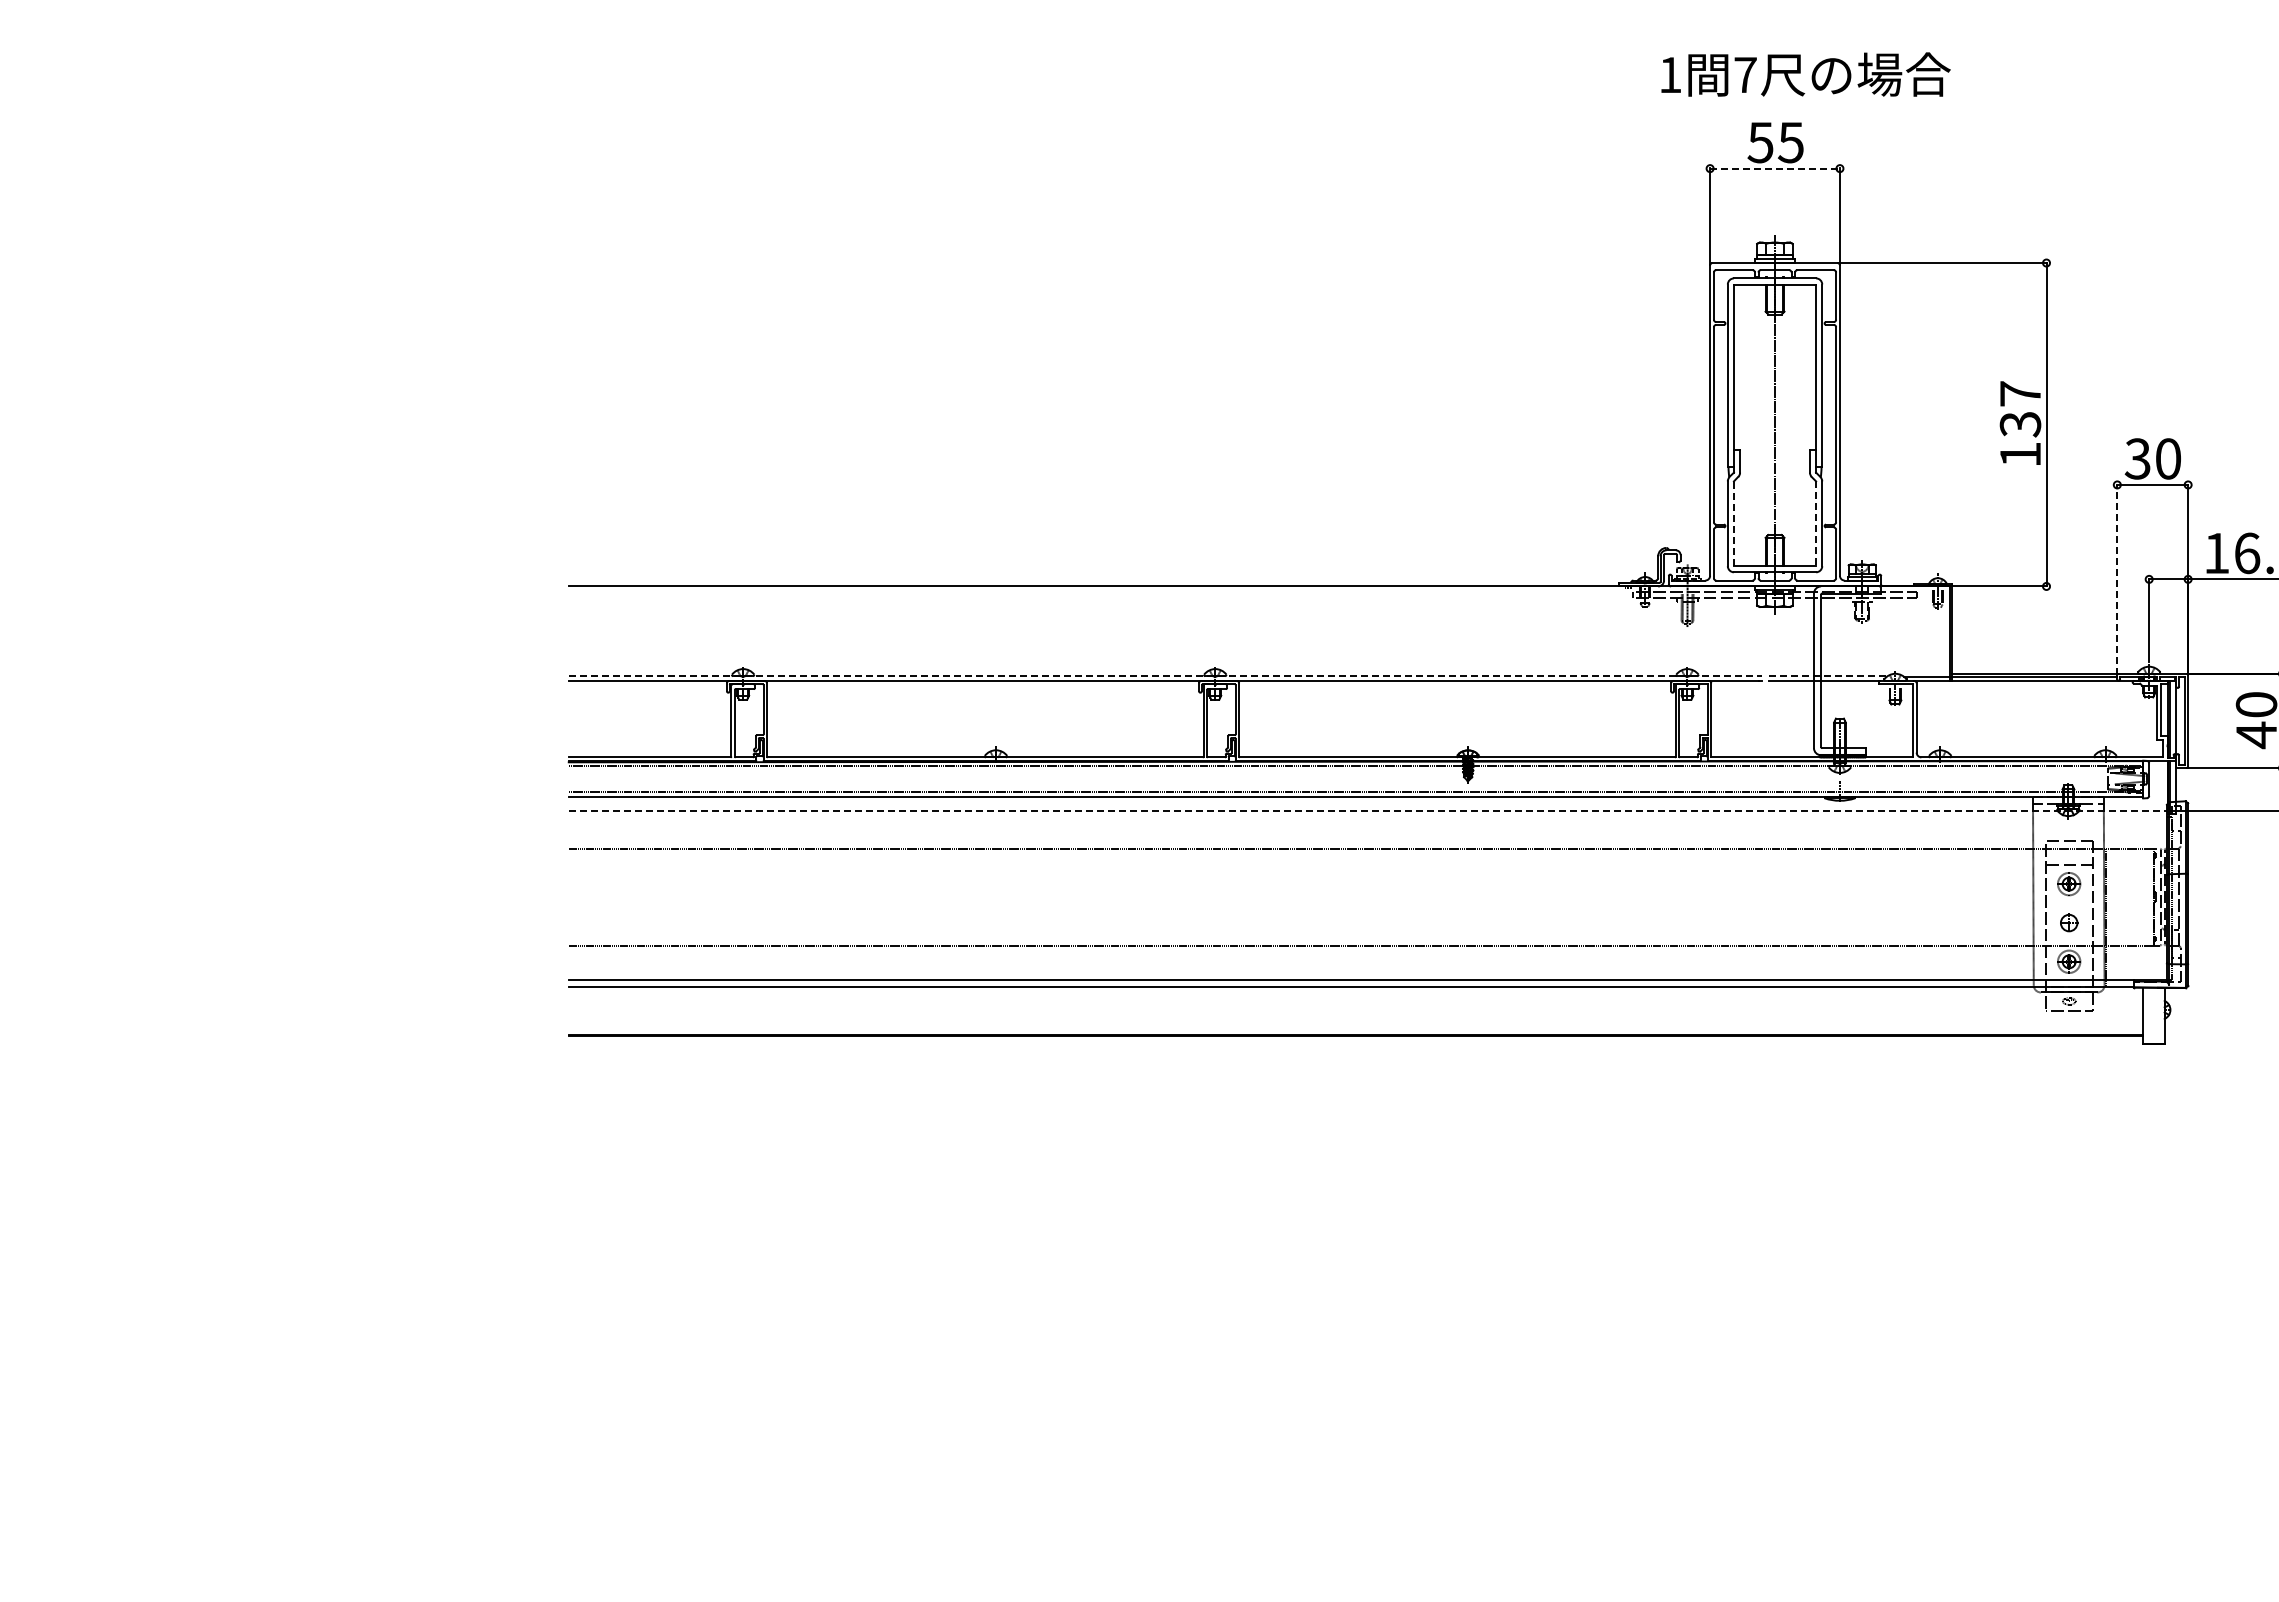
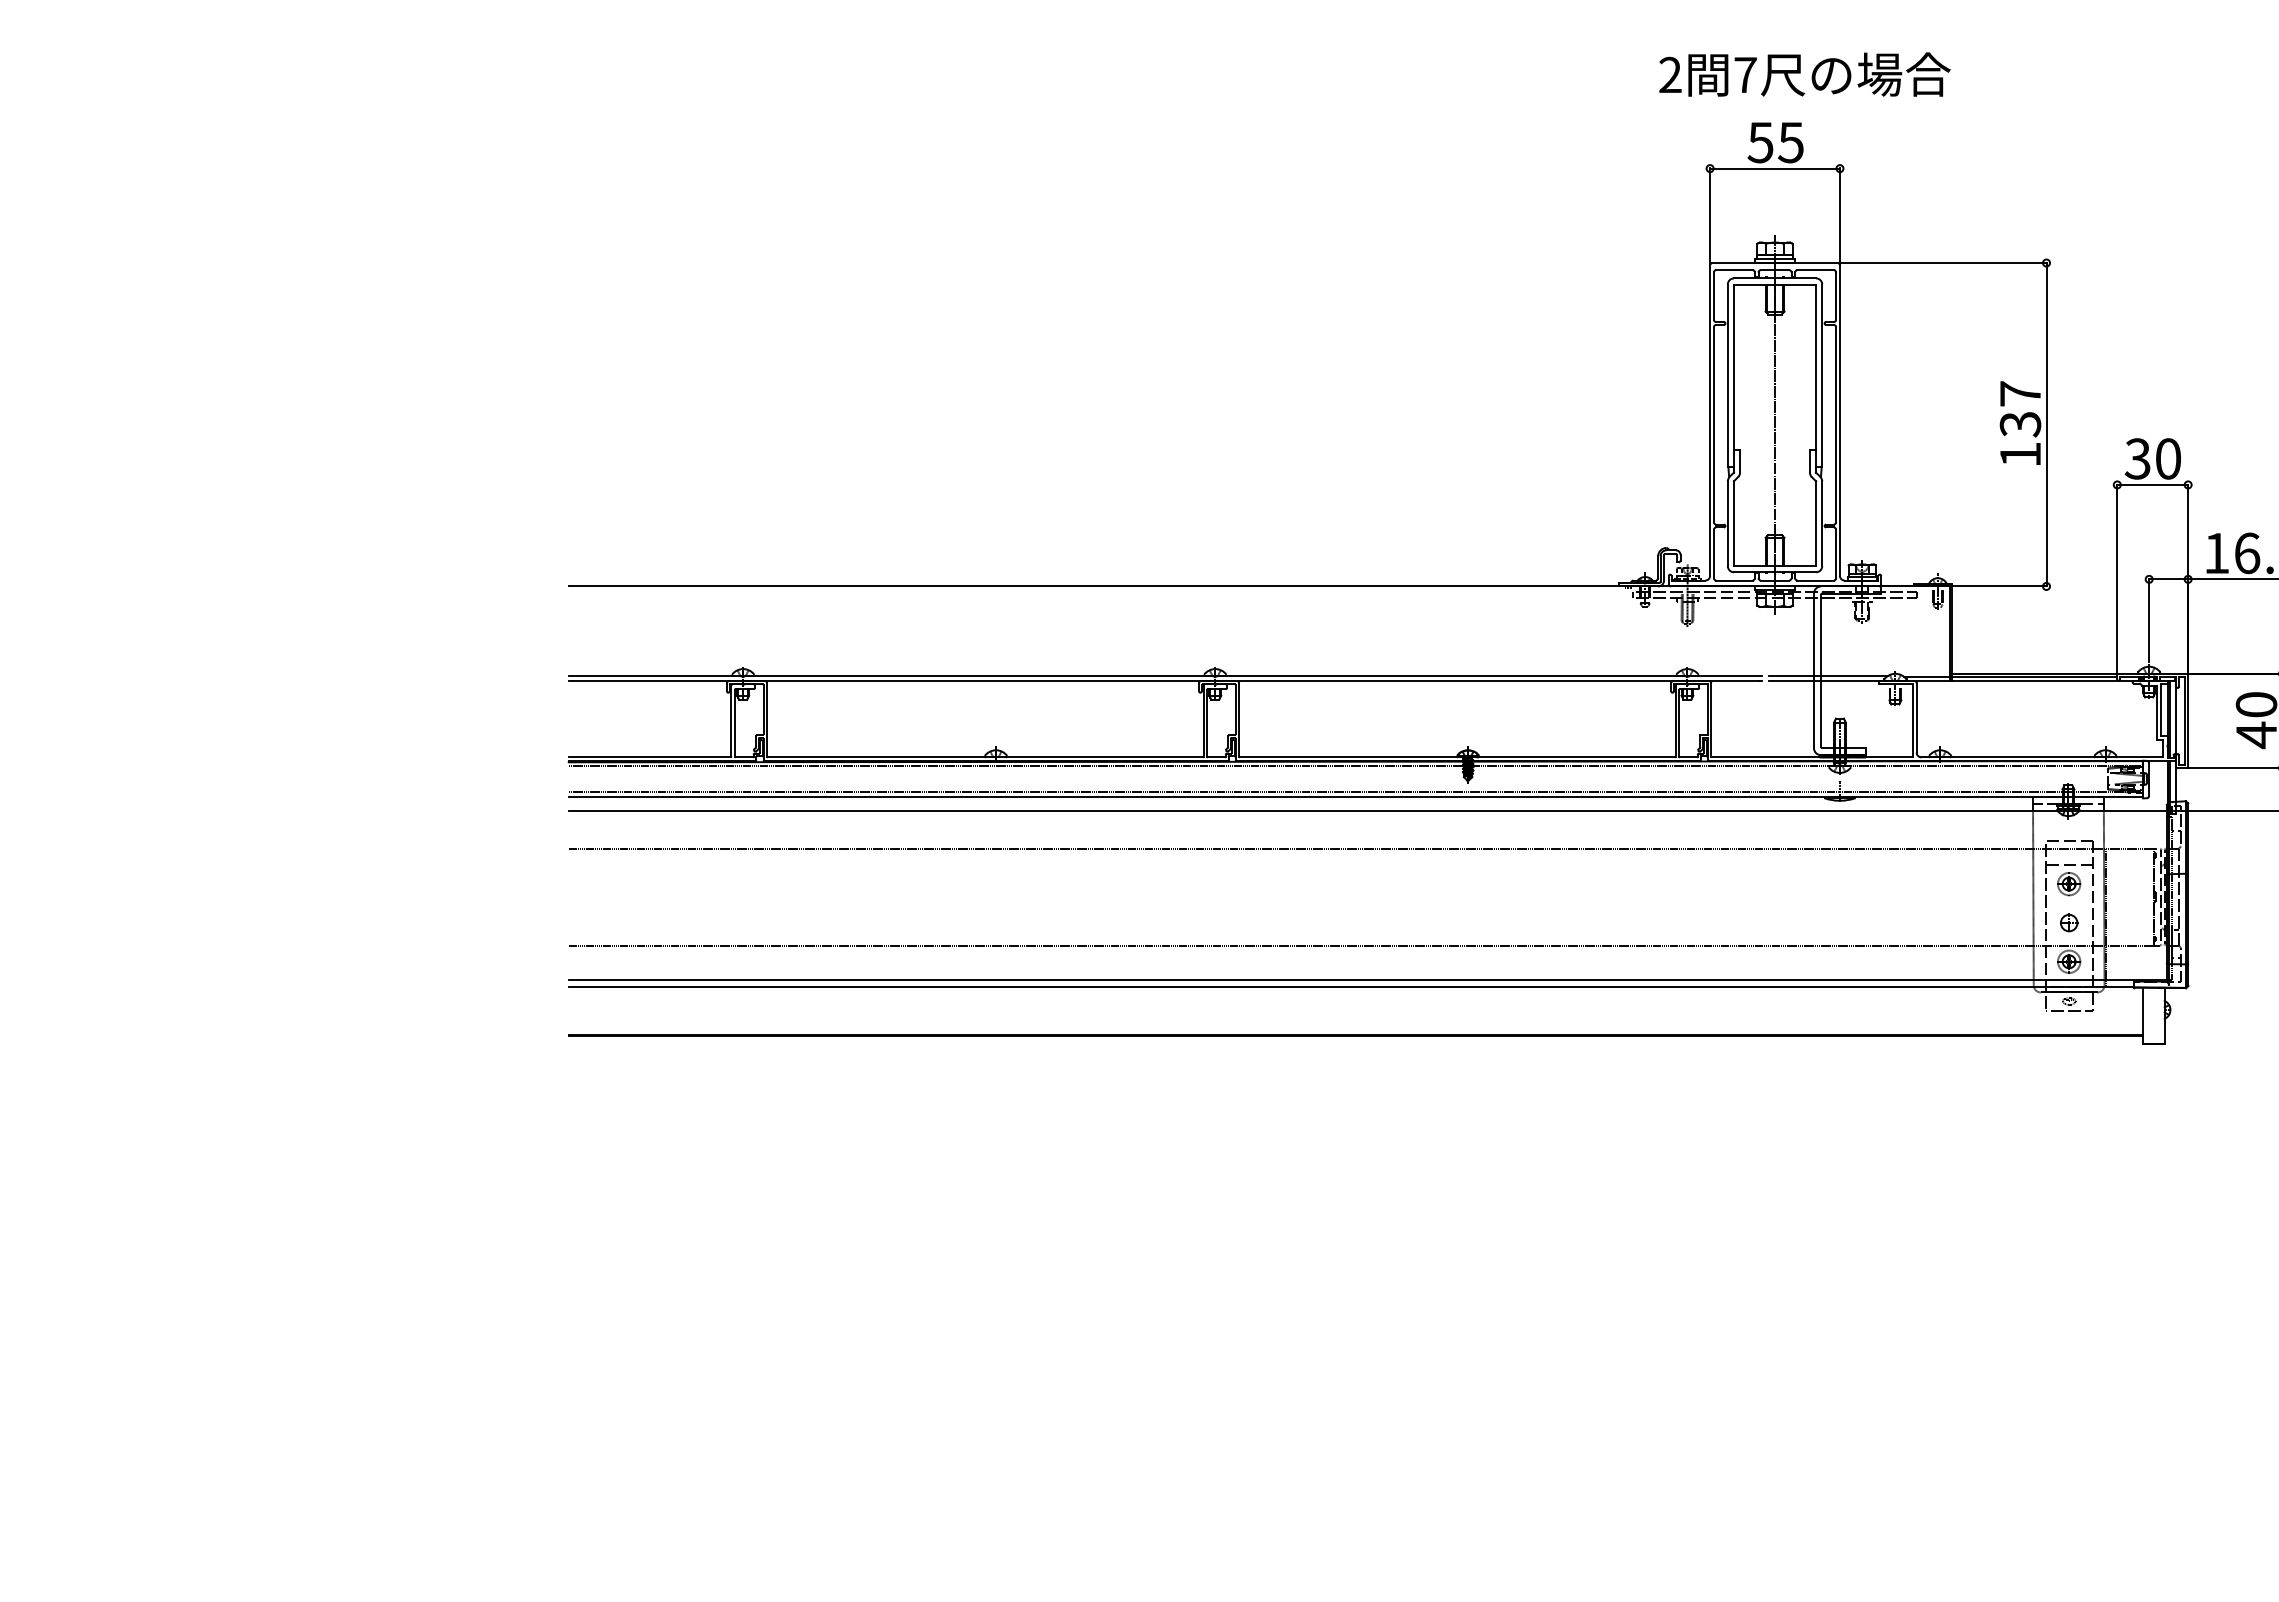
text at (1670, 74): 1 -> 2
line at (1775, 168): dashed -> solid
line at (1733, 523): dashed -> solid
line at (1816, 524): dashed -> solid
line at (2117, 579): dashed -> solid
line at (1165, 676): dashed -> solid
line at (1828, 676): dashed -> solid
line at (1368, 810): dashed -> solid
